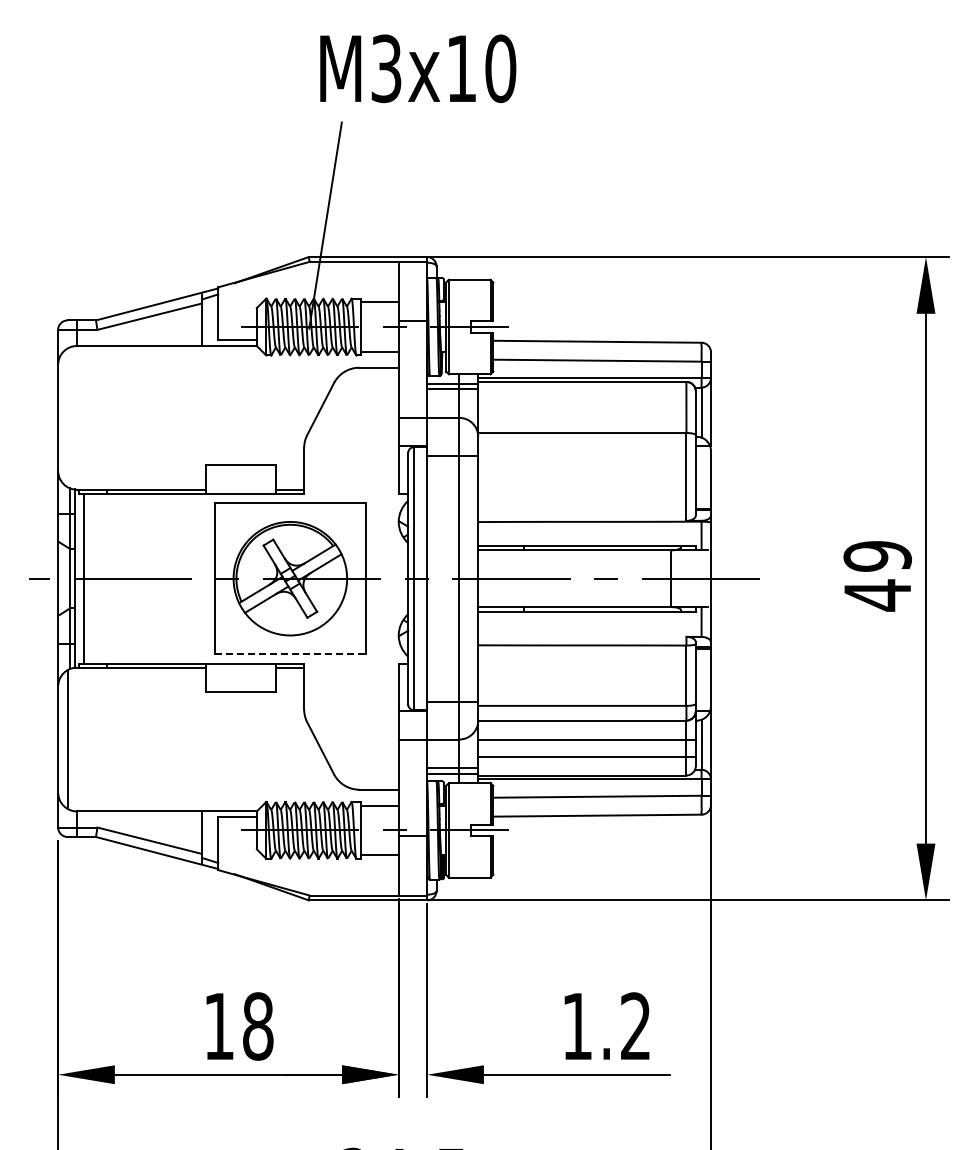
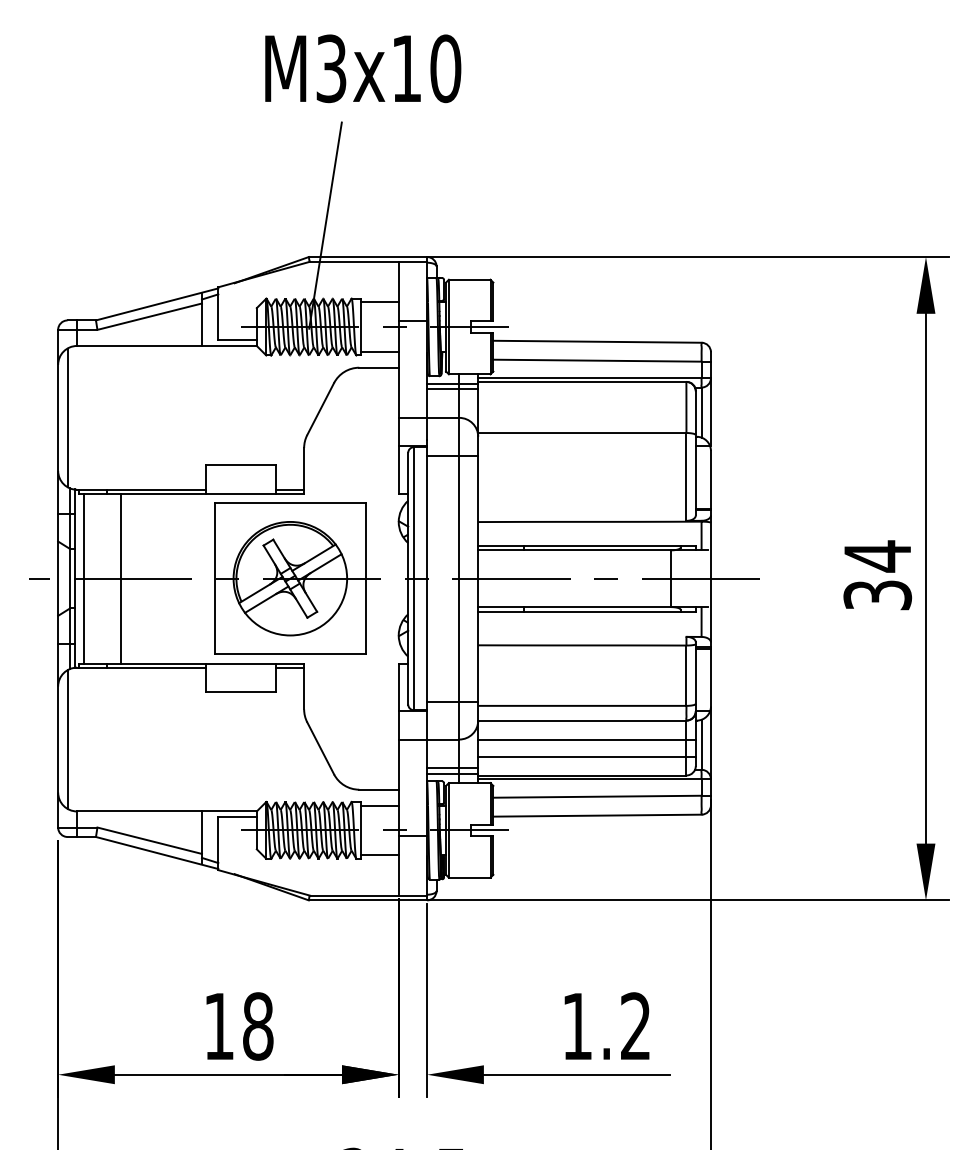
text at (418, 68) position: (418, 68) -> (363, 68)
line at (67, 417): none -> present
text at (877, 575): 49 -> 34
line at (121, 578): none -> present
line at (290, 654): dashed -> solid
